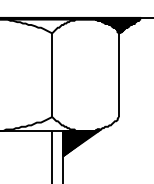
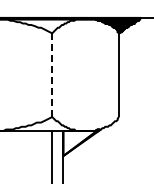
line at (52, 75): solid -> dashed
fill at (79, 143): present -> none
